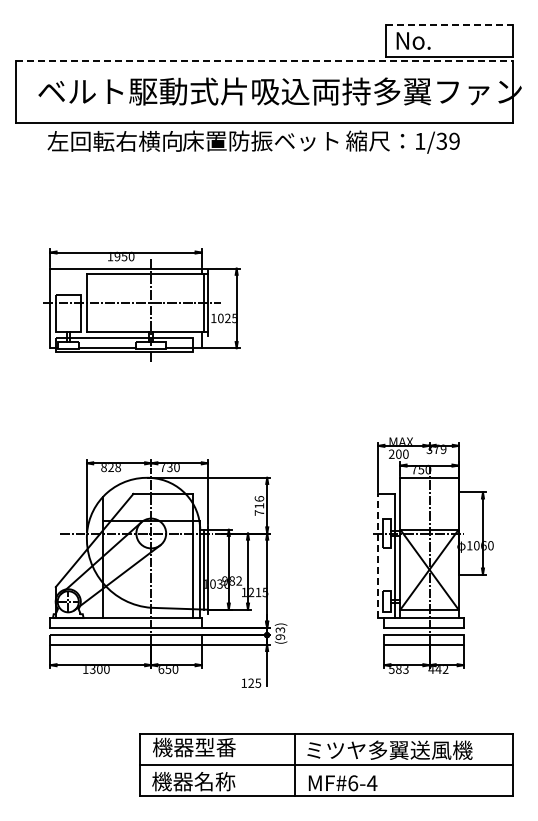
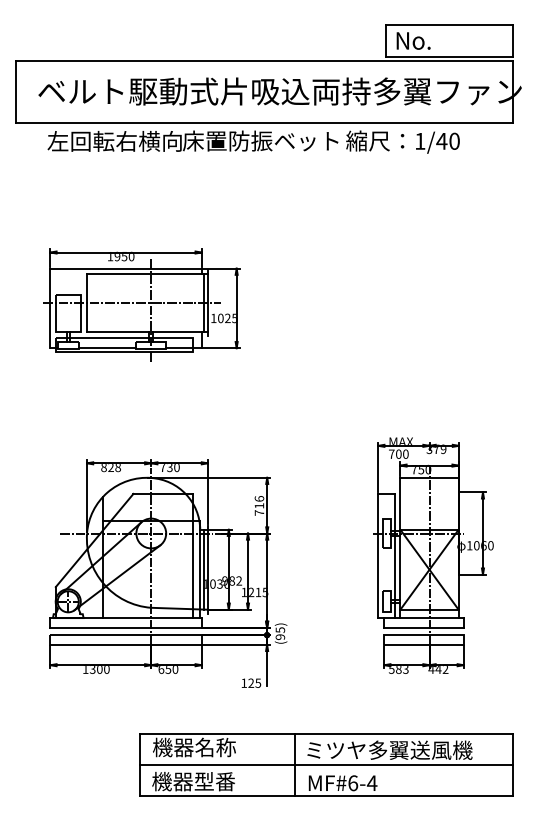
line at (449, 24): dashed -> solid
line at (264, 61): dashed -> solid
text at (447, 140): 1/39 -> 1/40
text at (391, 453): 200 -> 700
line at (378, 555): dashed -> solid
text at (279, 629): (93) -> (95)
text at (215, 747): 機器型番 -> 機器名称
text at (214, 781): 機器名称 -> 機器型番
